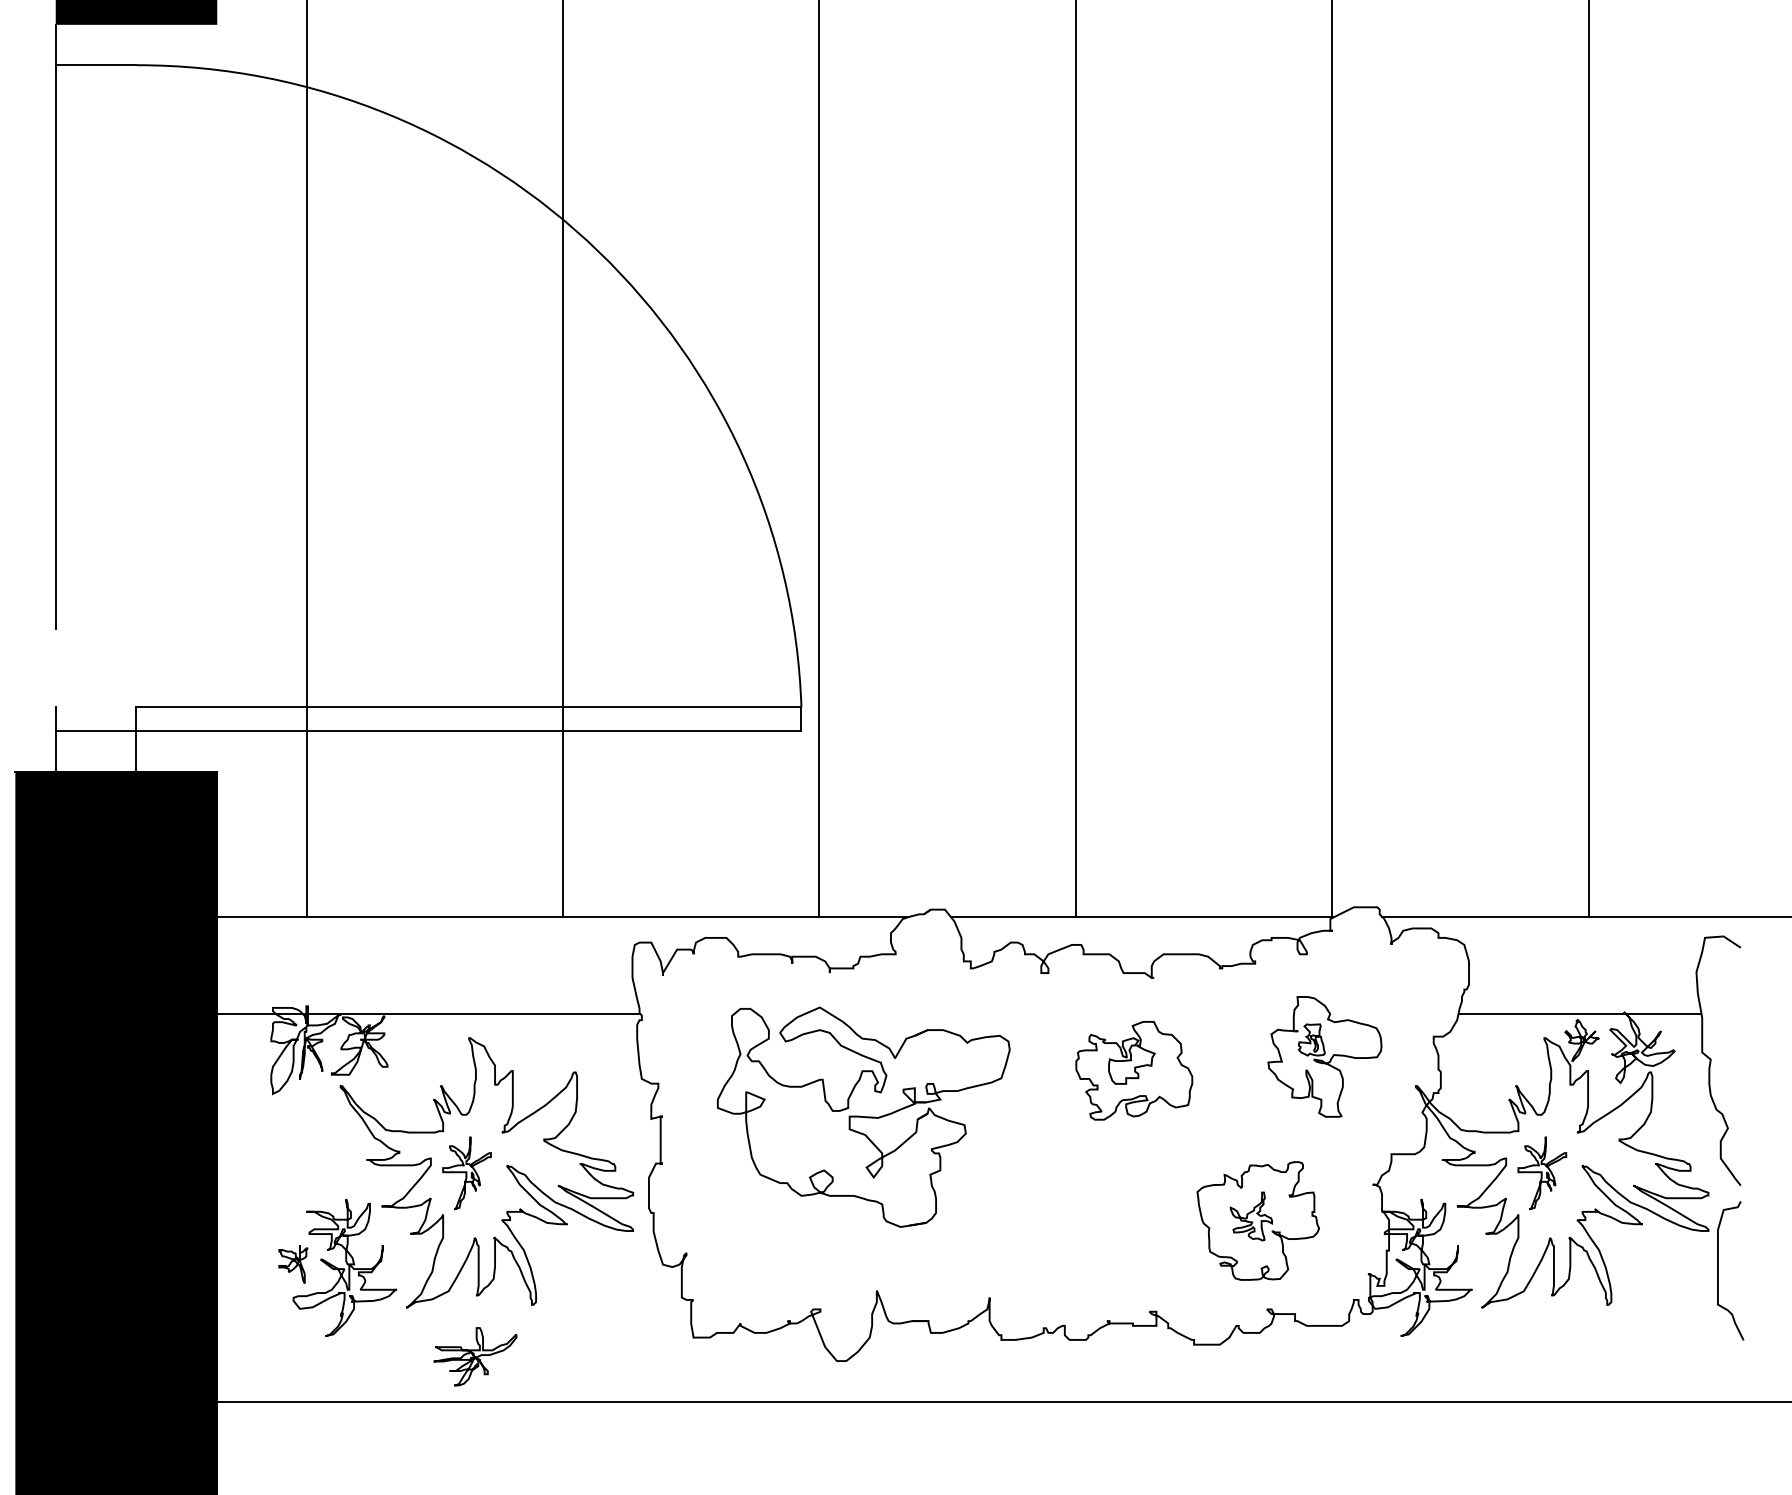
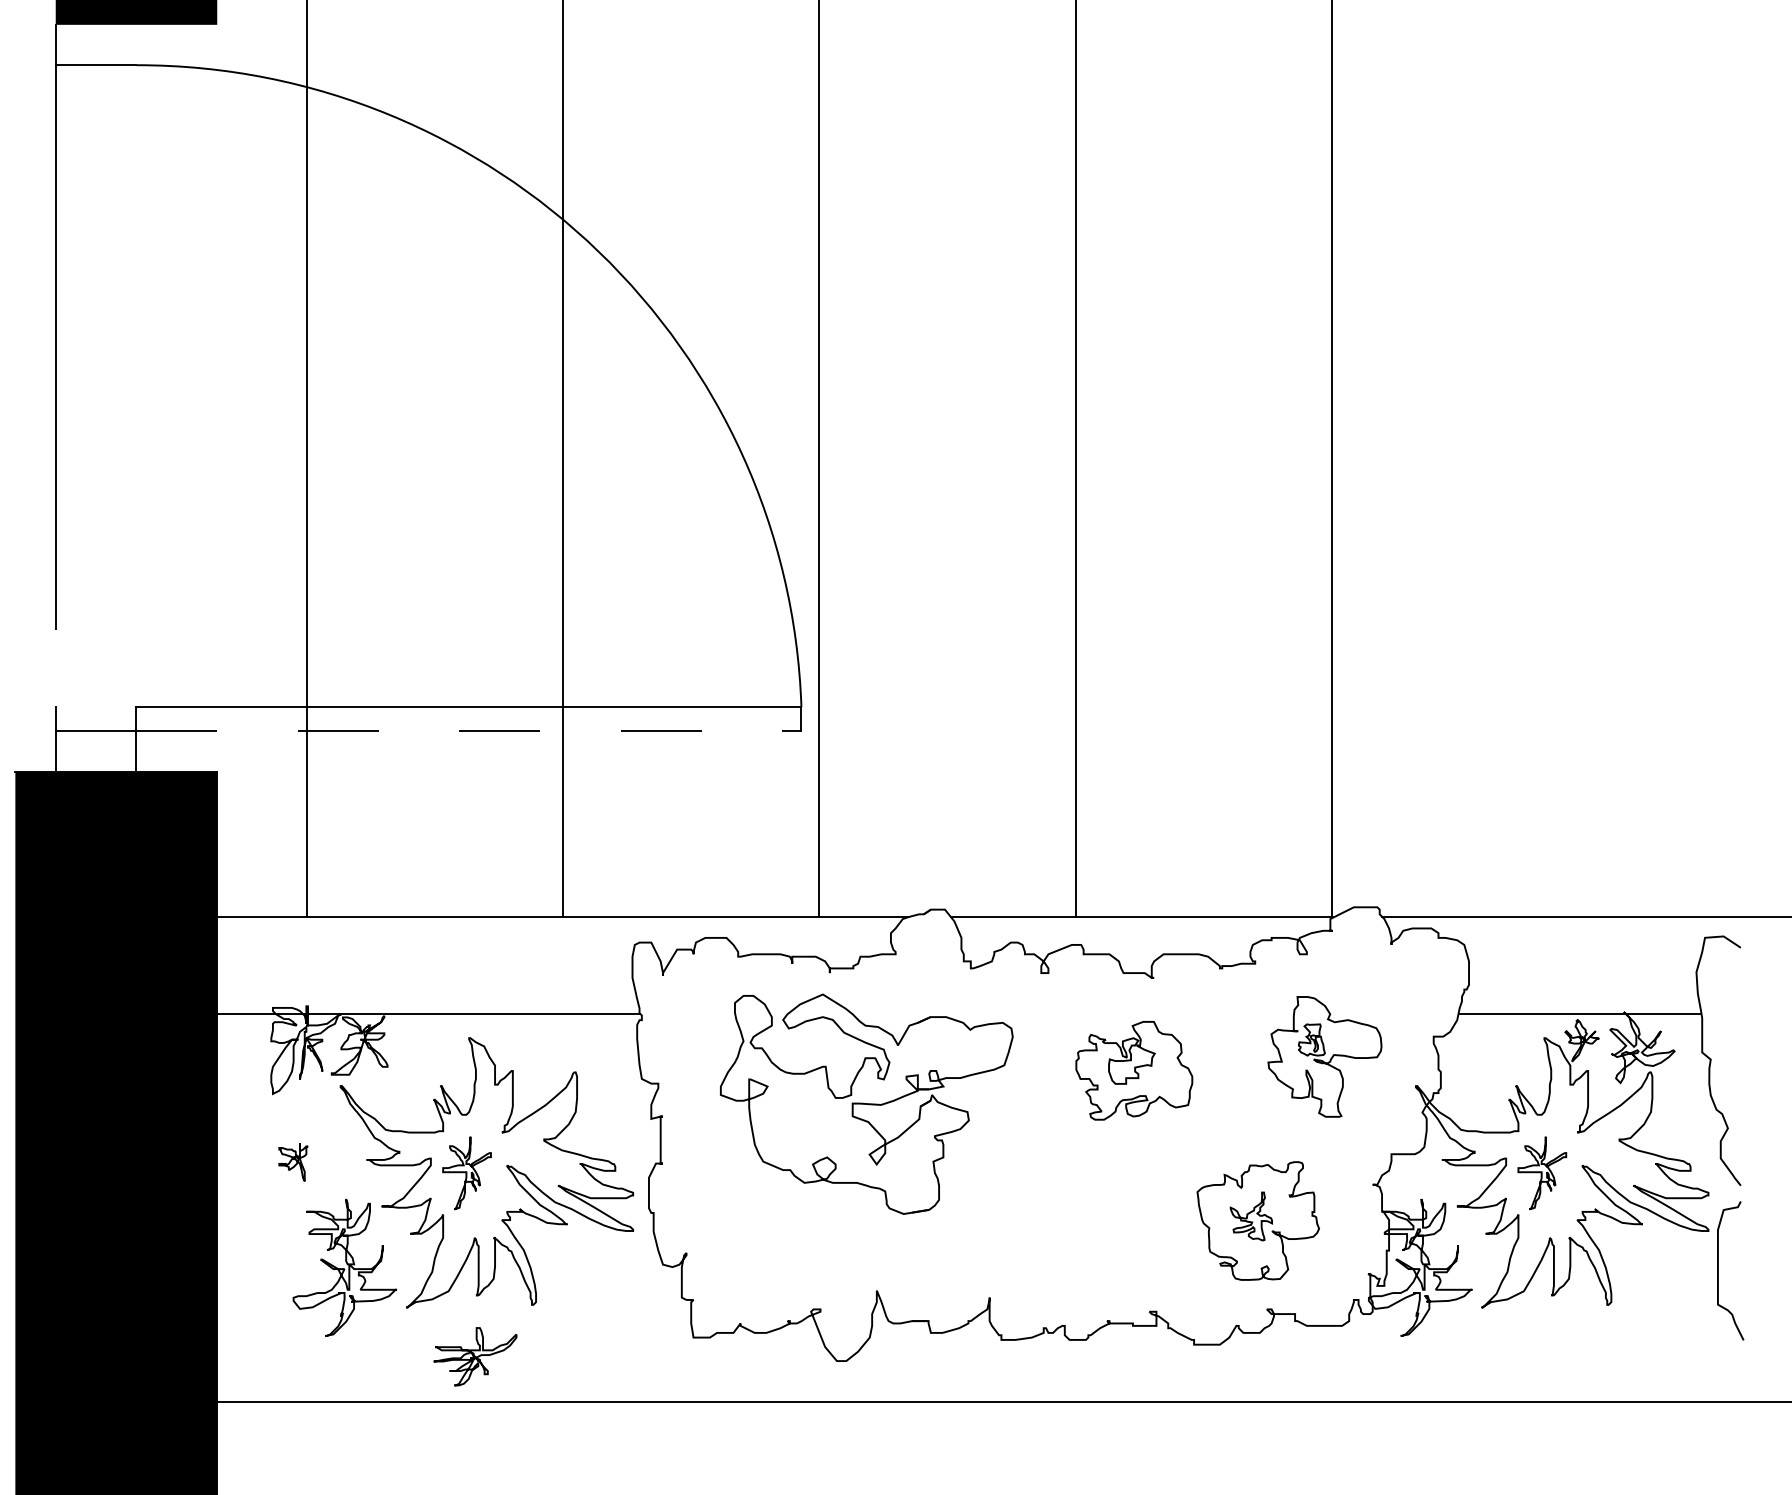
line at (1588, 459): present -> none
line at (469, 731): solid -> dashed
part at (863, 1116) position: (863, 1116) -> (866, 1103)
part at (293, 1264) position: (293, 1264) -> (293, 1162)
